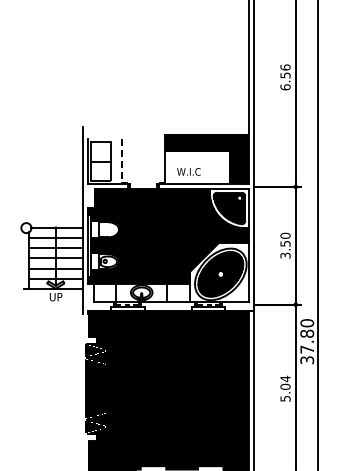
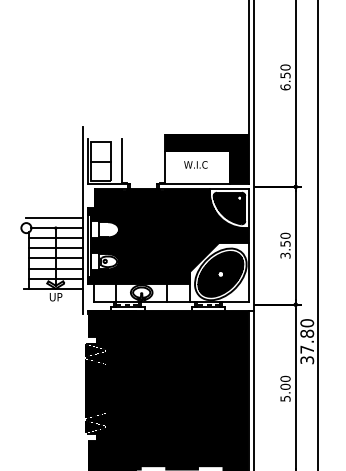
text at (285, 67): 6.56 -> 6.50
line at (121, 160): dashed -> solid
text at (188, 171) position: (188, 171) -> (195, 164)
line at (54, 218): none -> present
text at (285, 378): 5.04 -> 5.00
